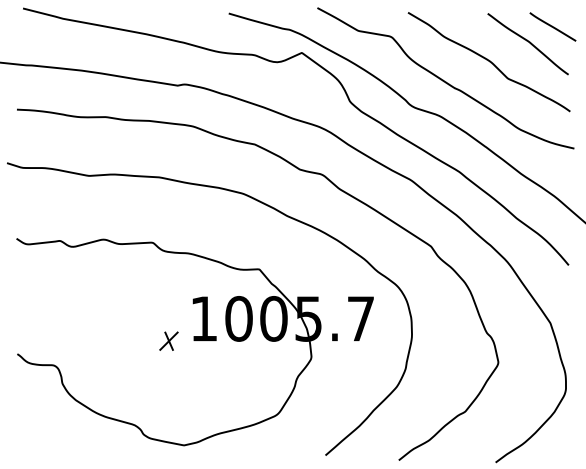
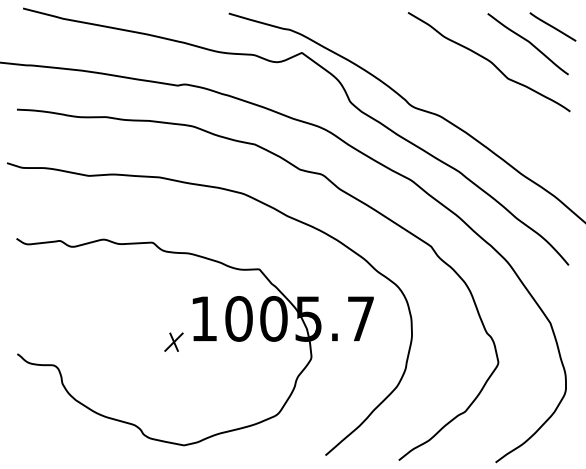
curve at (443, 79): present -> none
part at (168, 340) position: (168, 340) -> (173, 341)
